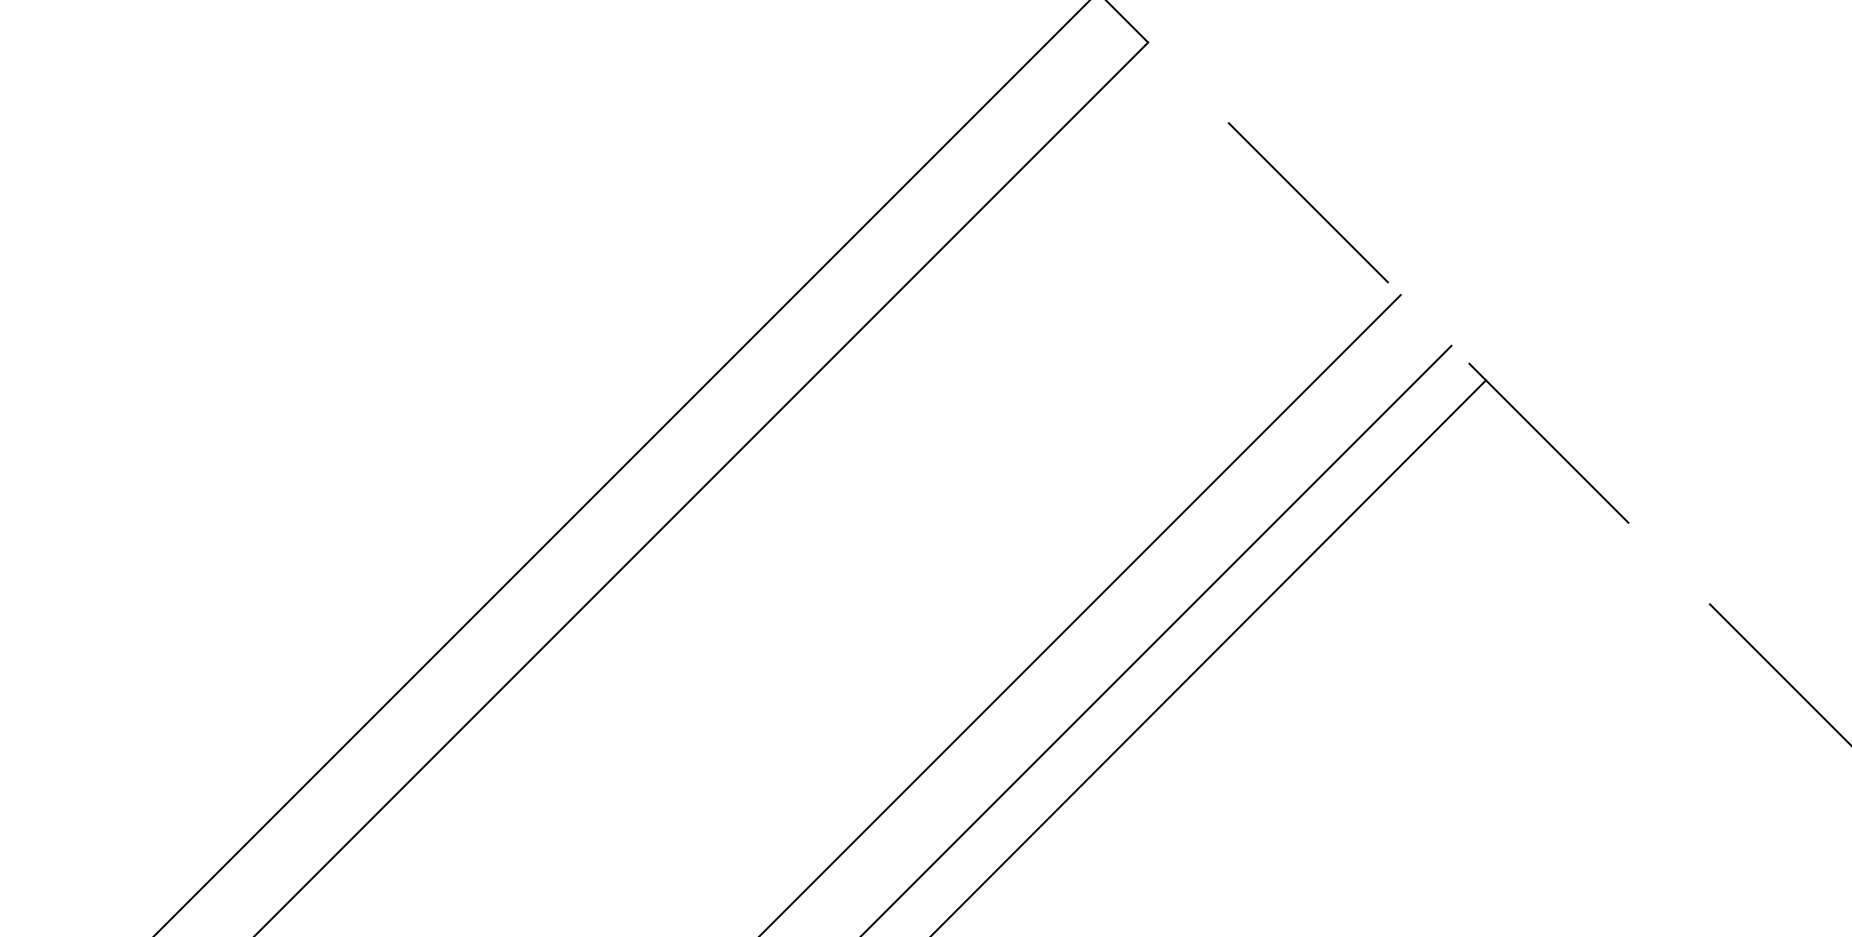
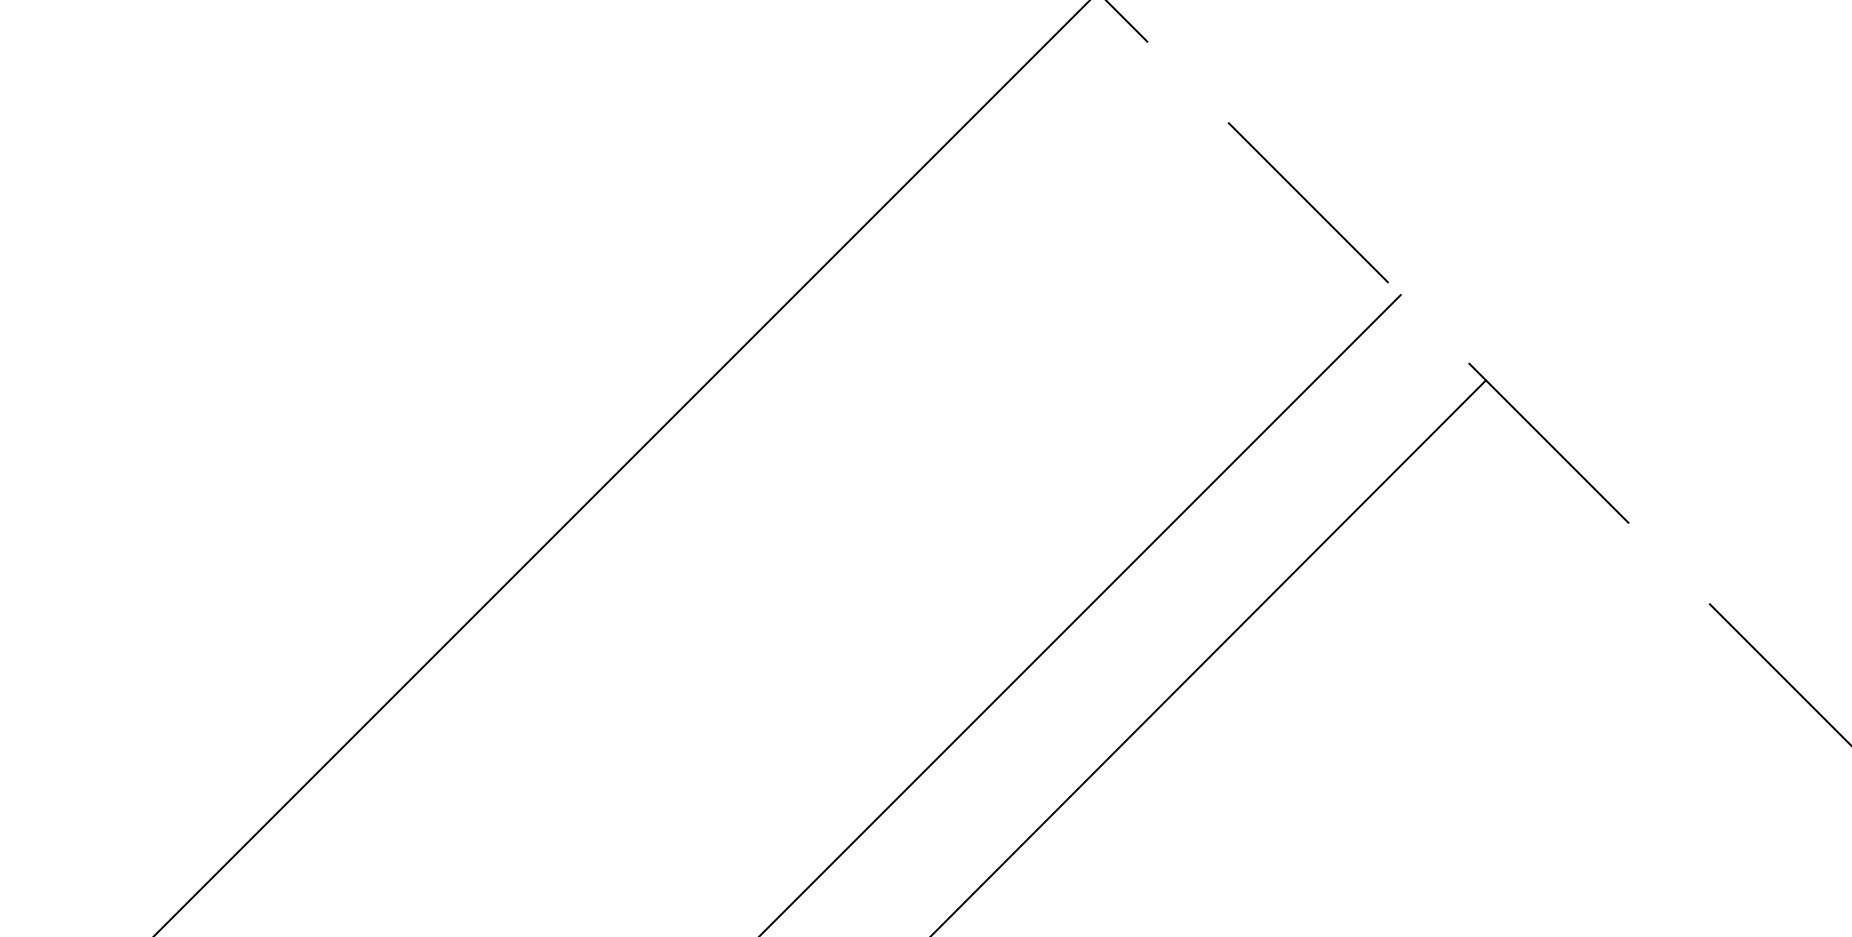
line at (702, 487): present -> none
line at (1157, 639): present -> none
